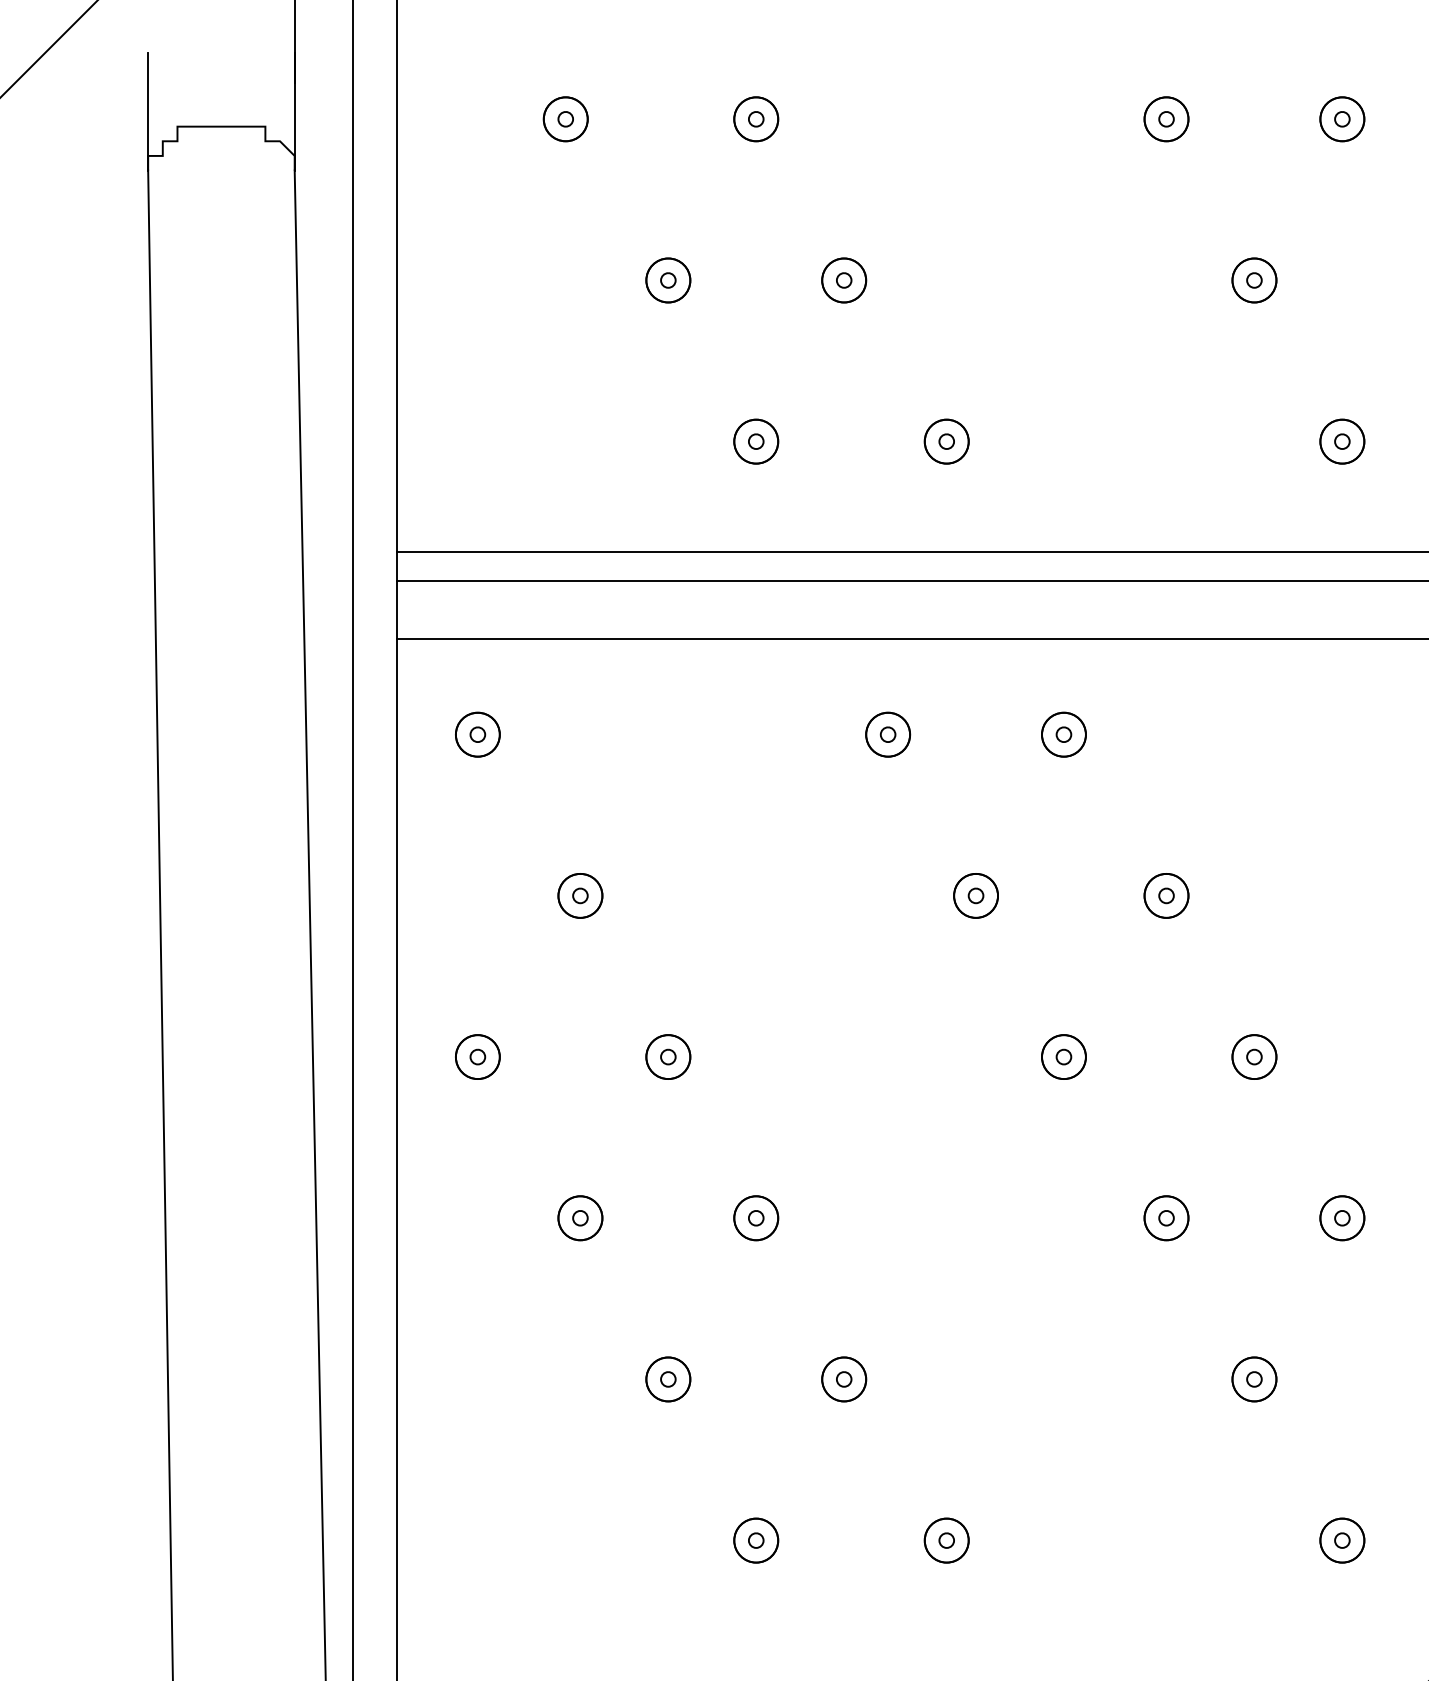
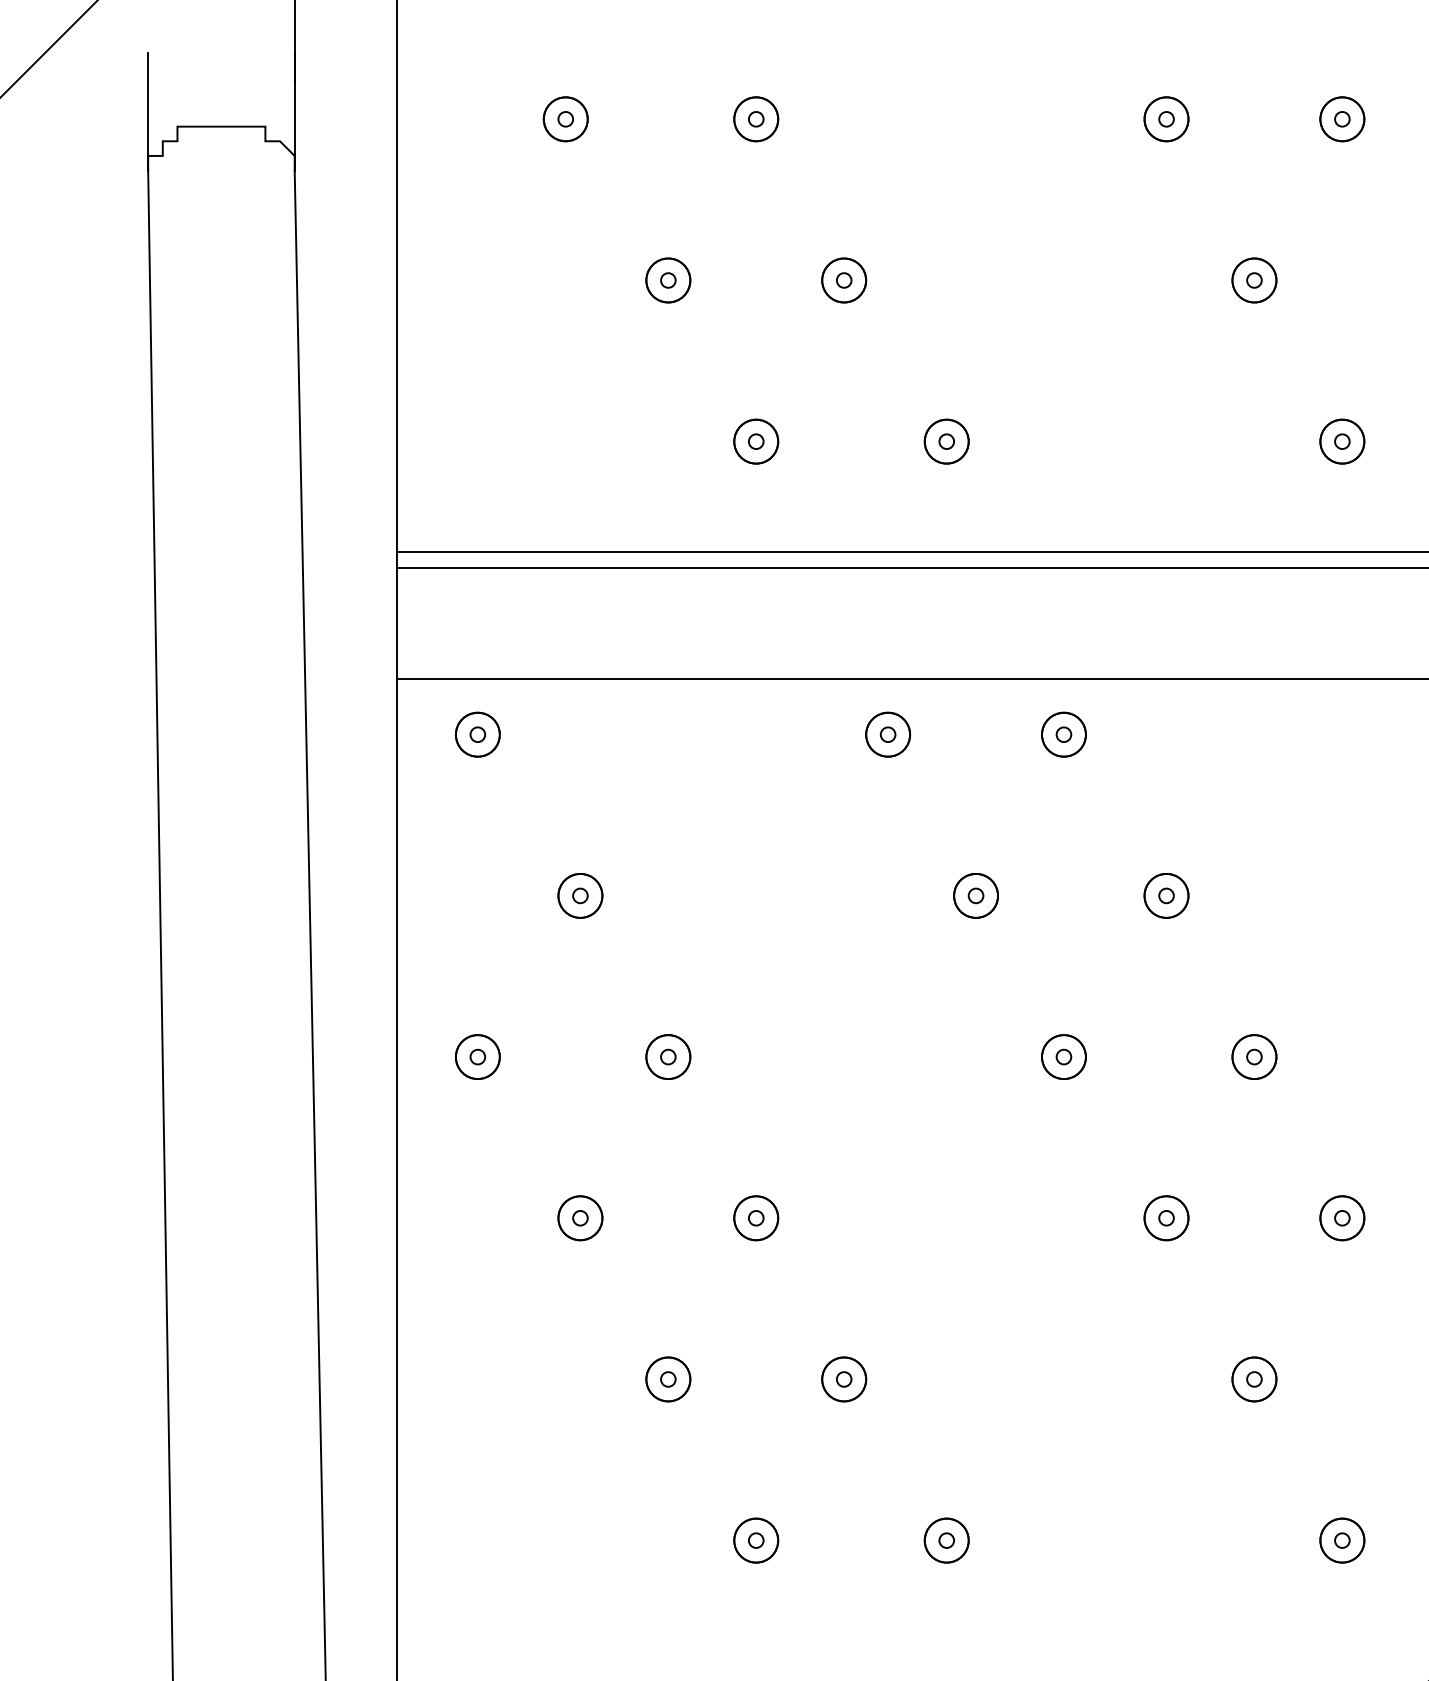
line at (911, 580) position: (911, 580) -> (911, 567)
line at (911, 639) position: (911, 639) -> (911, 679)
line at (353, 839): present -> none
